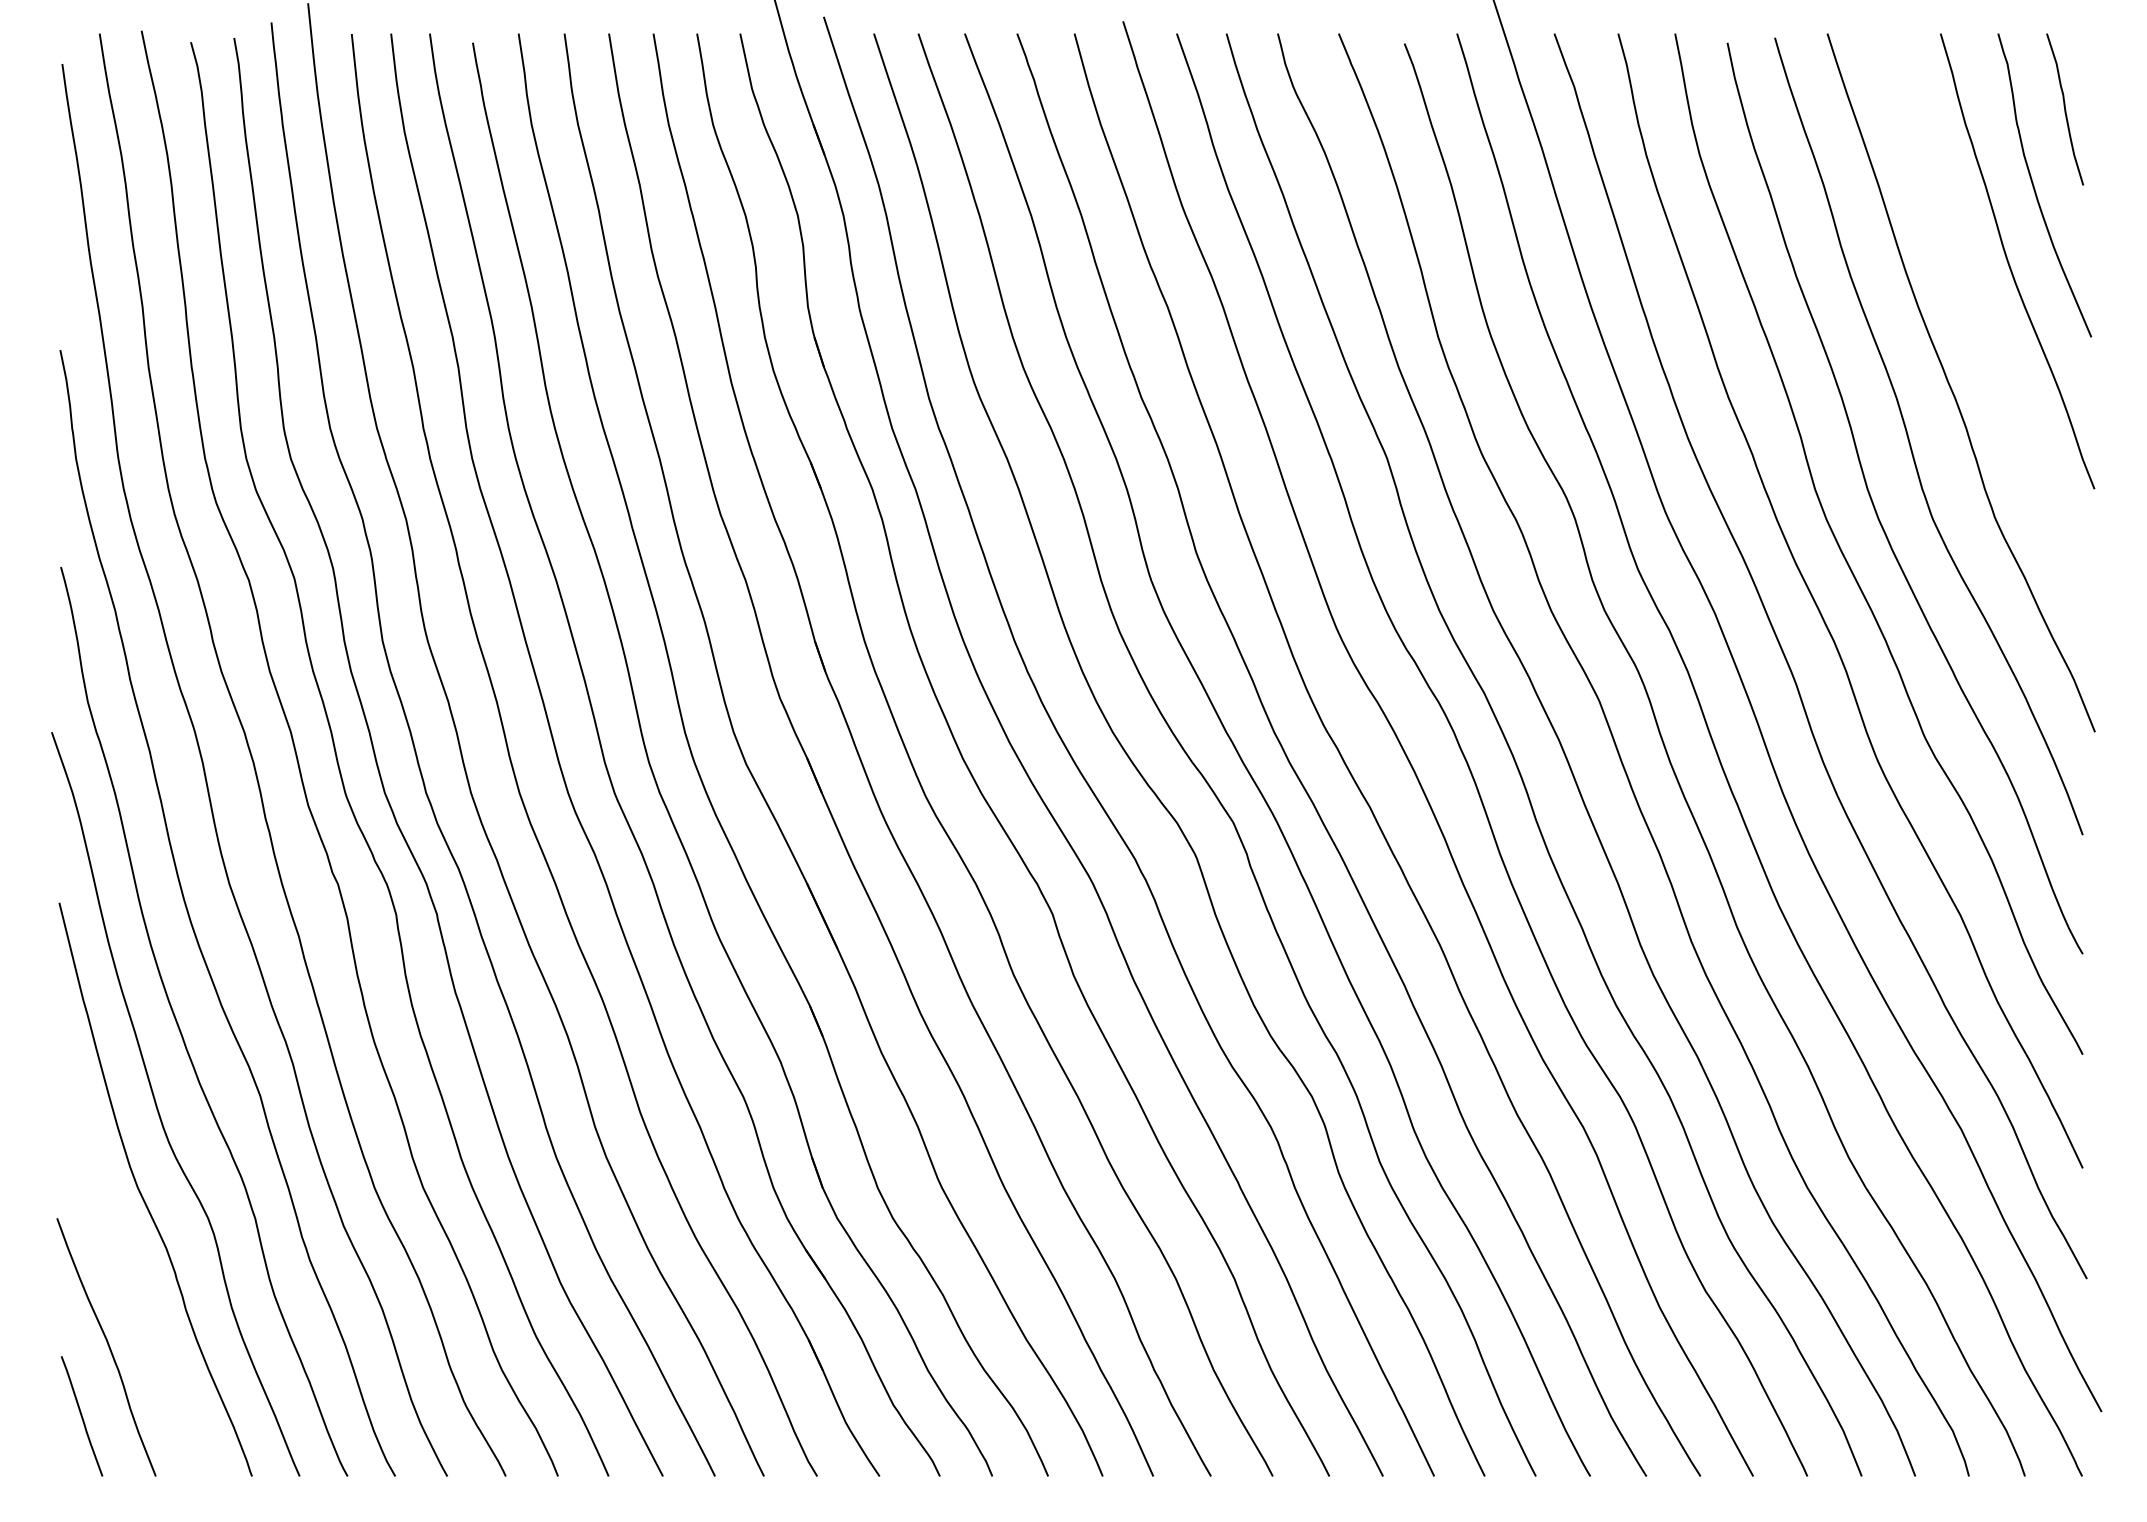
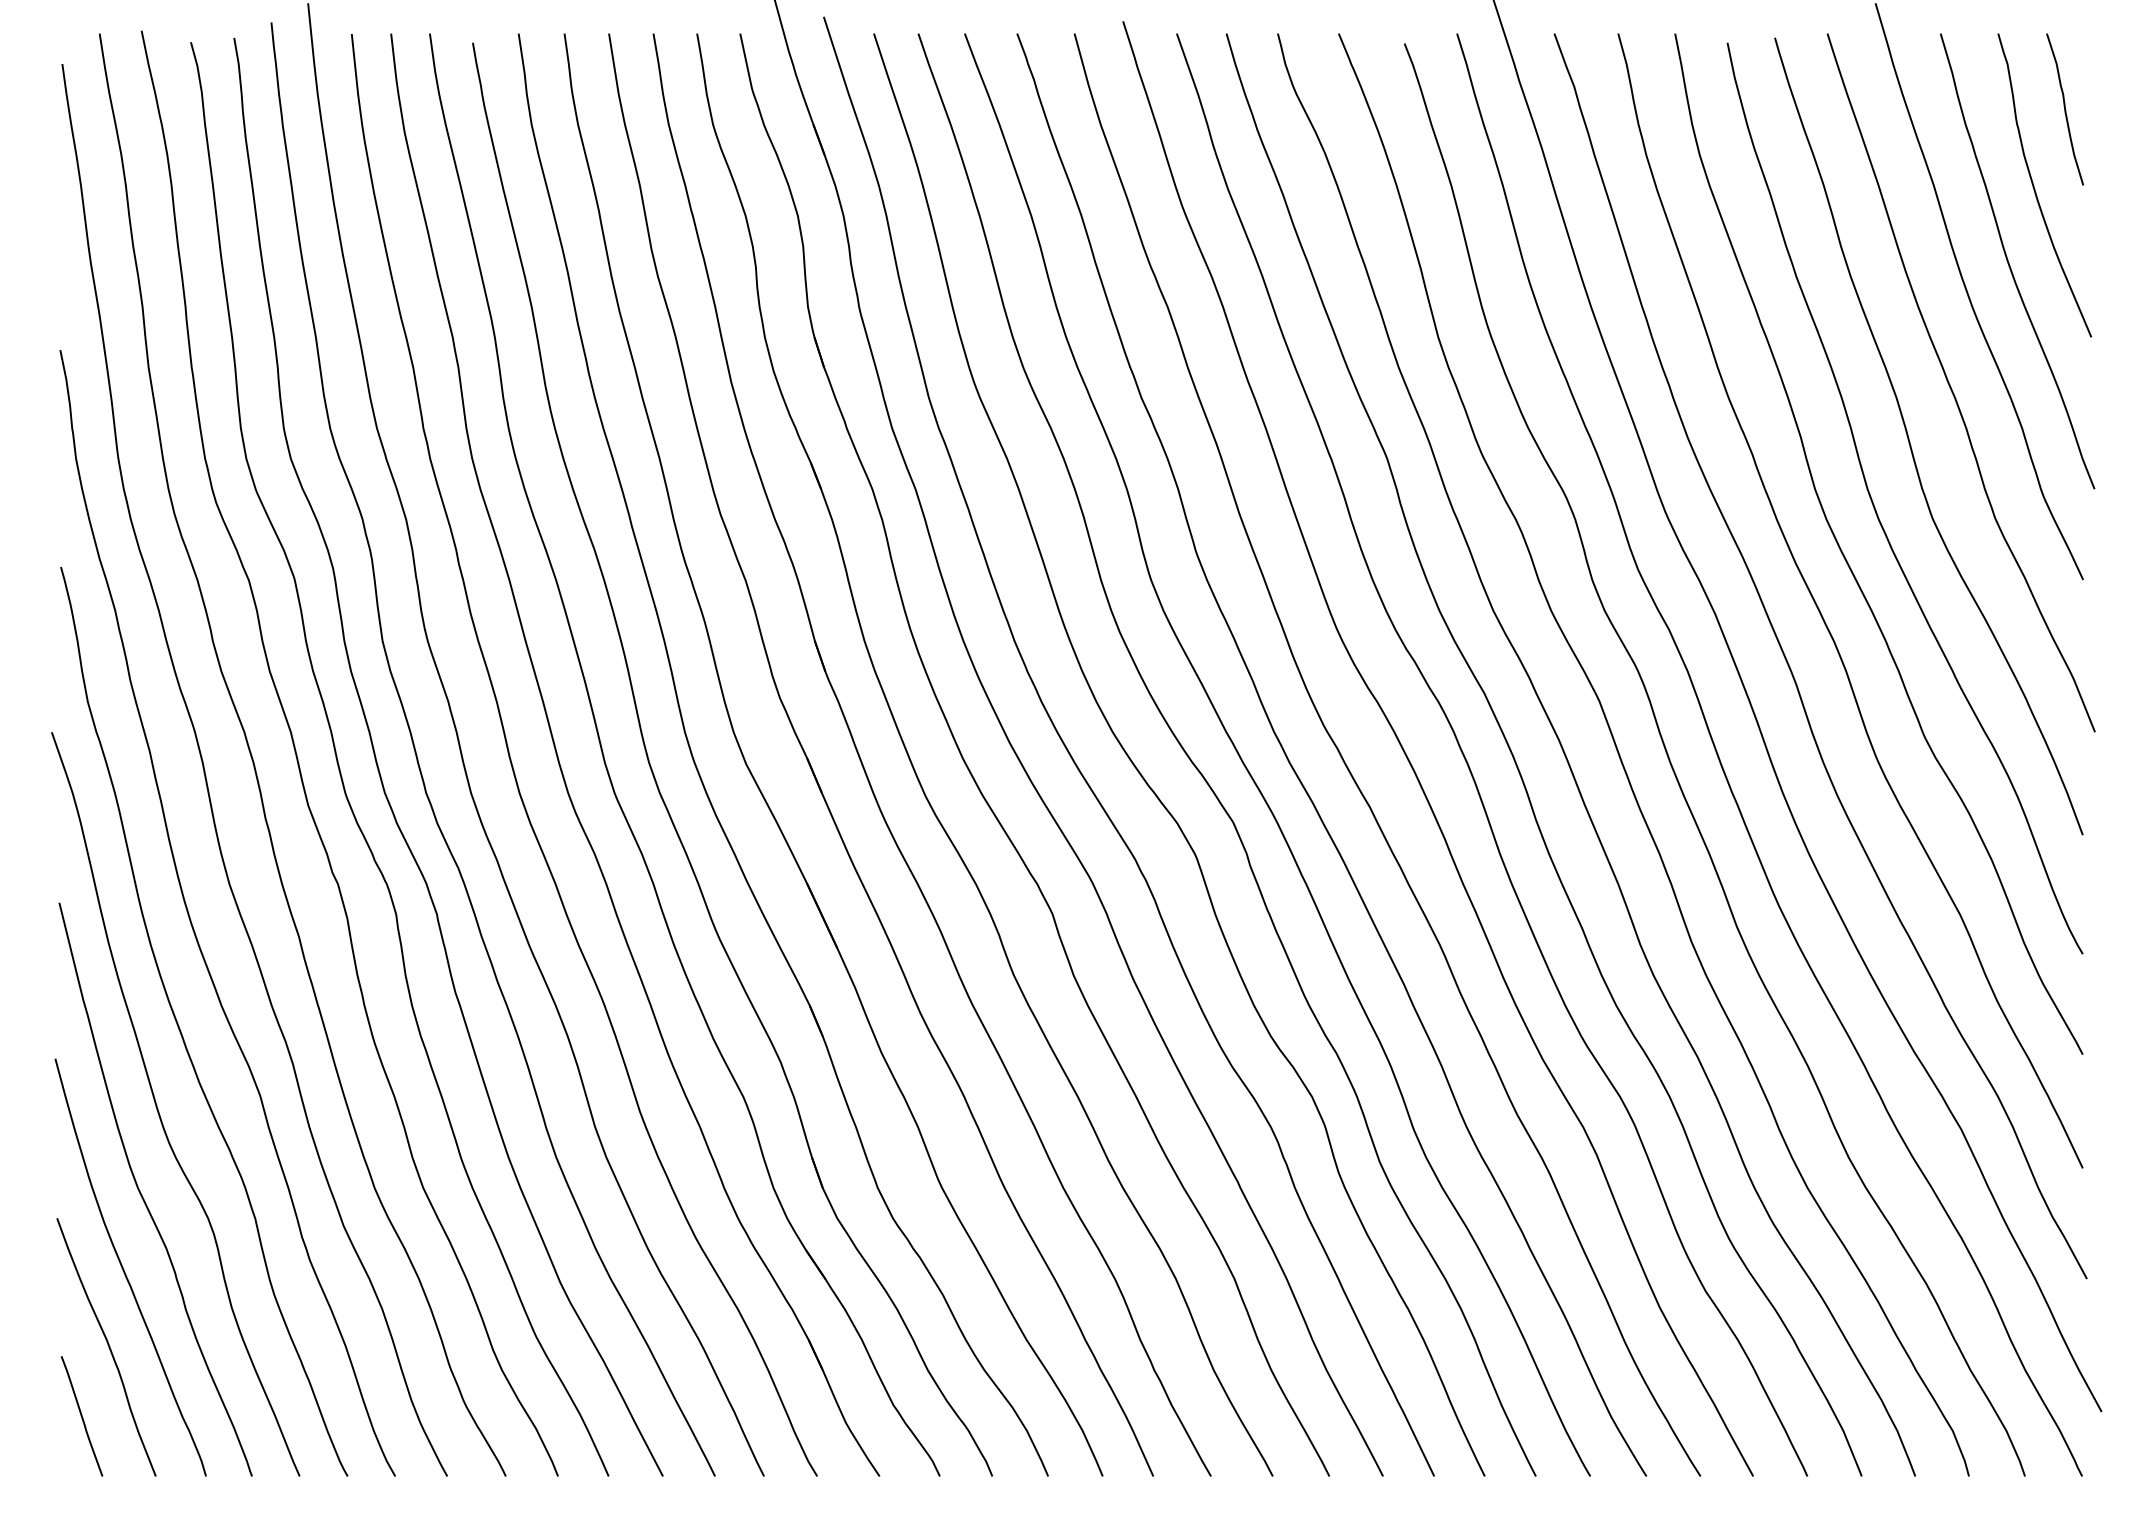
curve at (1969, 295): none -> present
curve at (124, 1269): none -> present
